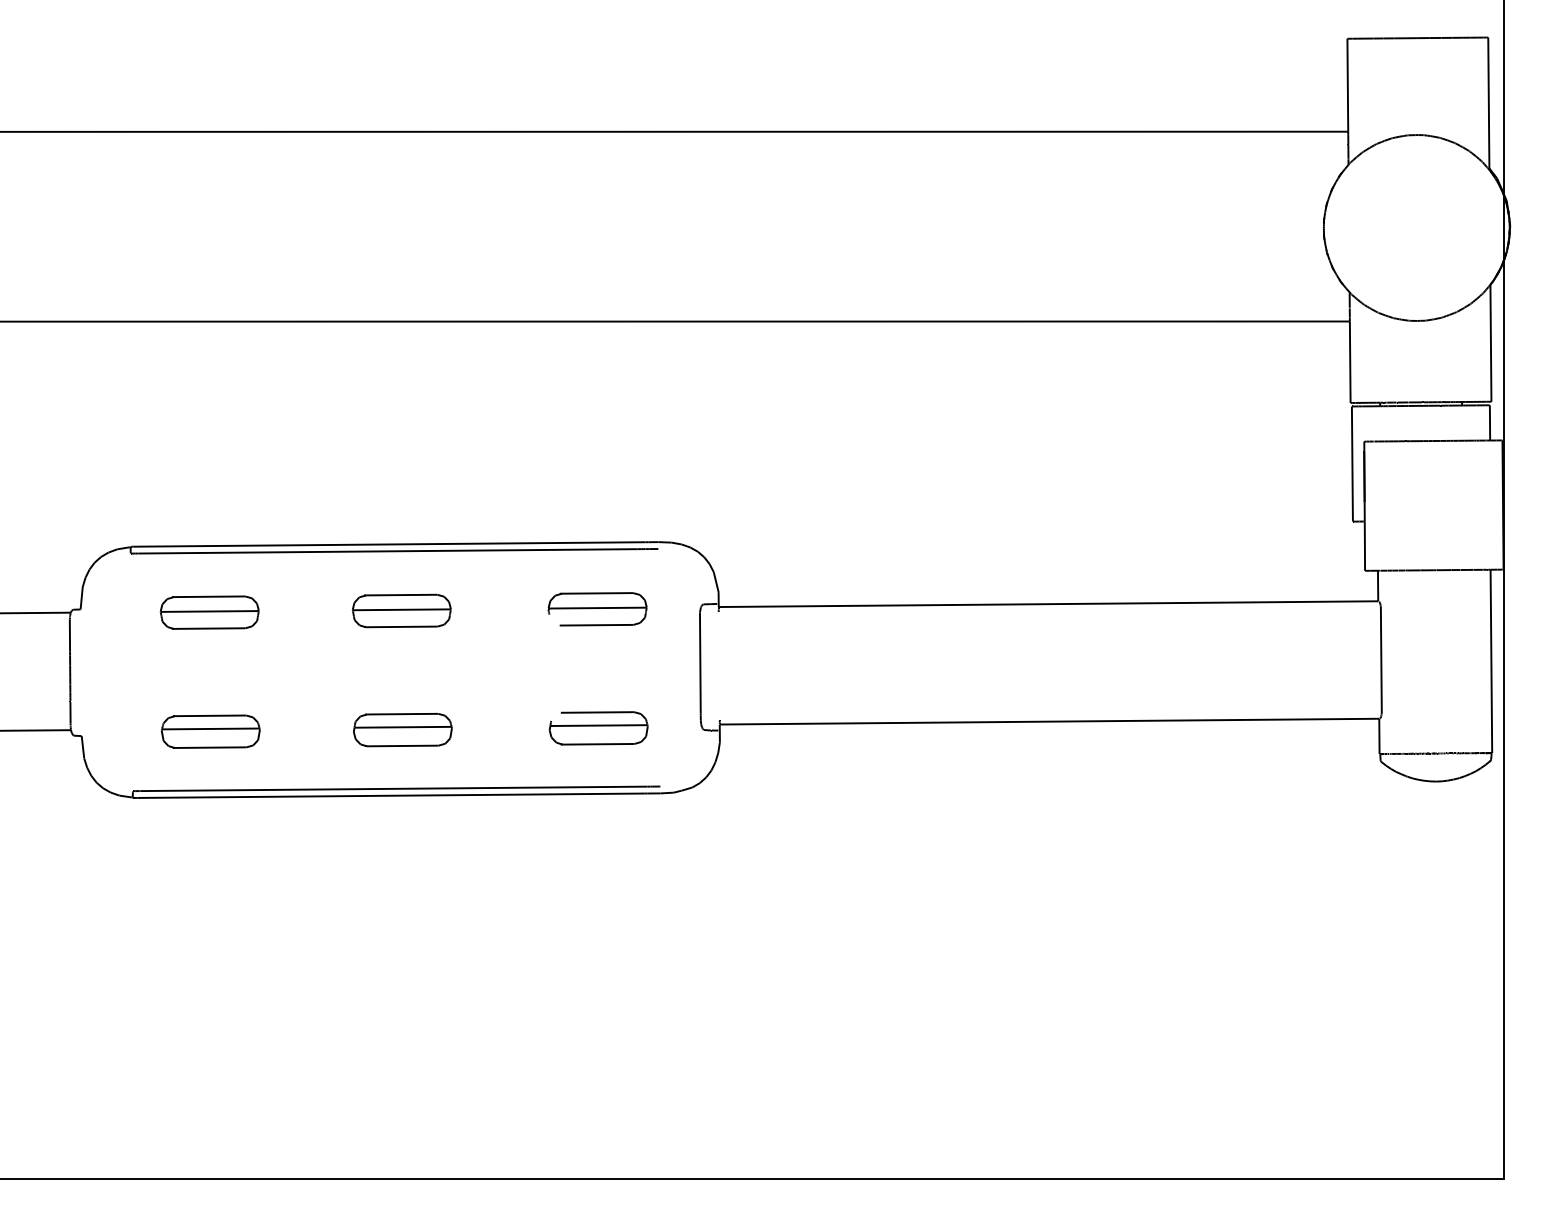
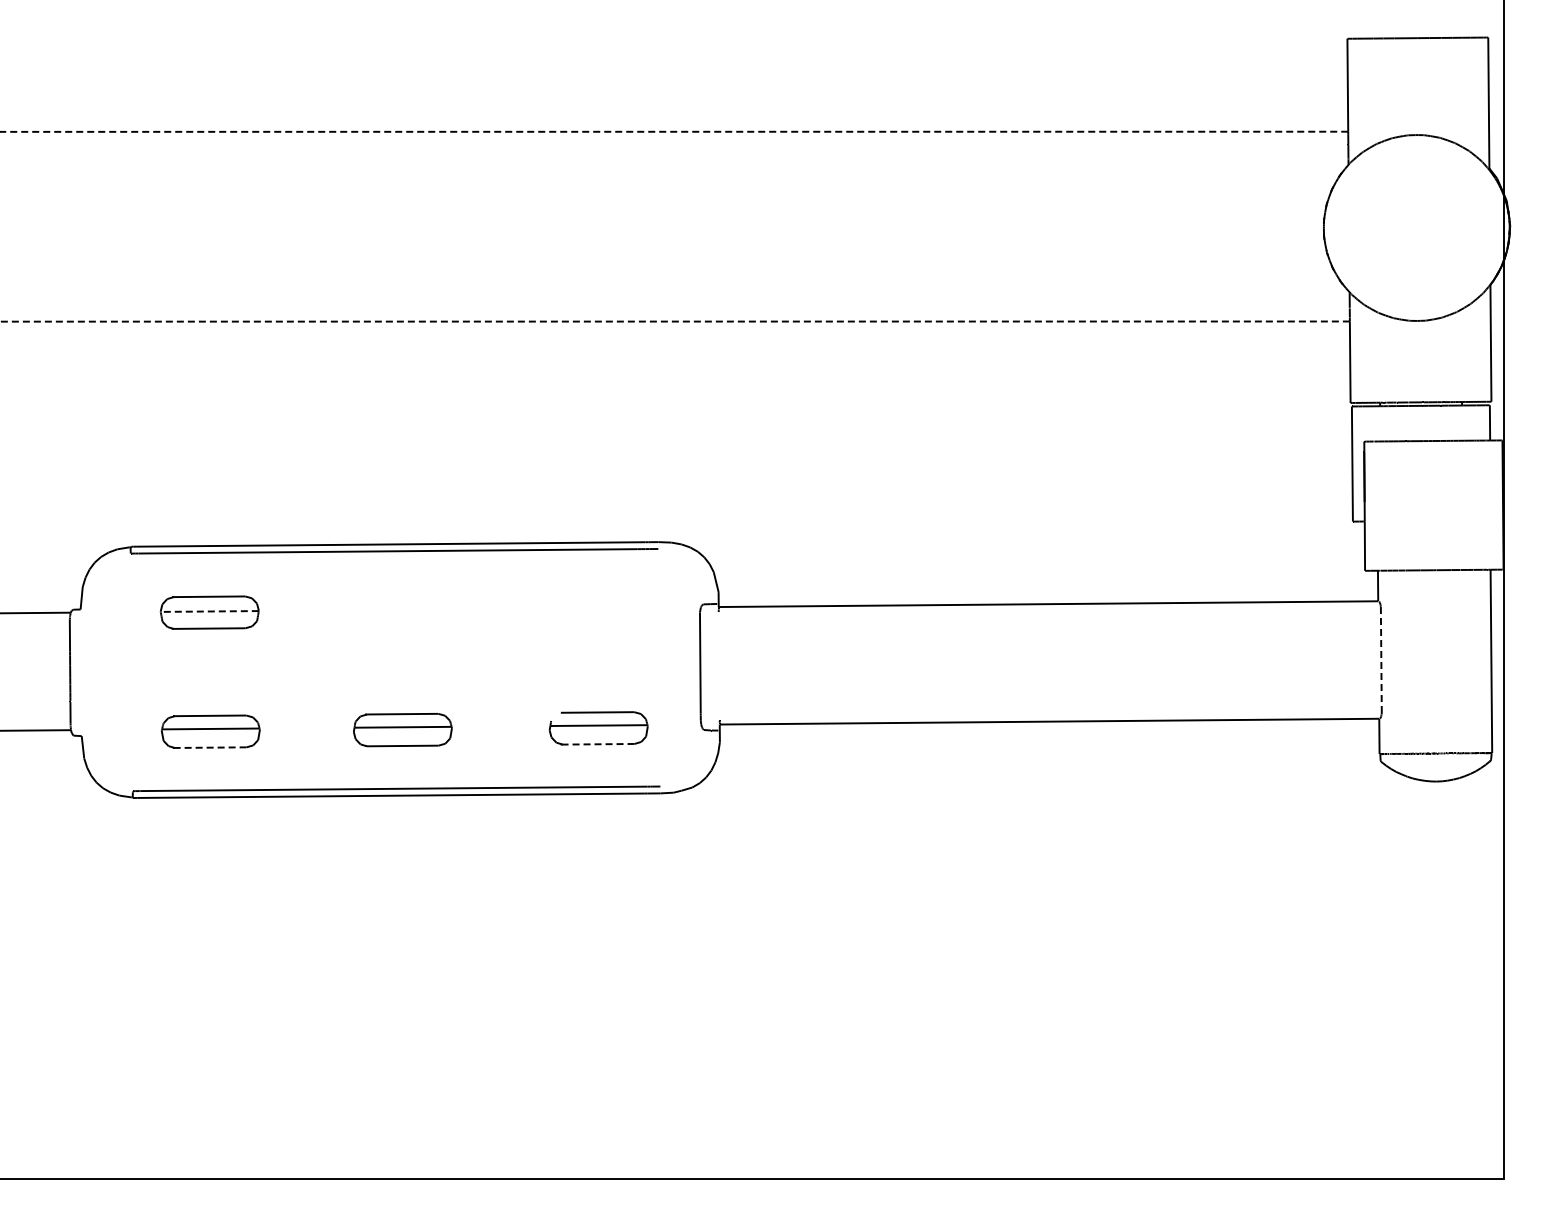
line at (674, 131): solid -> dashed
line at (674, 321): solid -> dashed
part at (597, 609): present -> none
part at (401, 610): present -> none
line at (209, 611): solid -> dashed
line at (1381, 659): solid -> dashed
line at (598, 744): solid -> dashed
line at (210, 747): solid -> dashed
